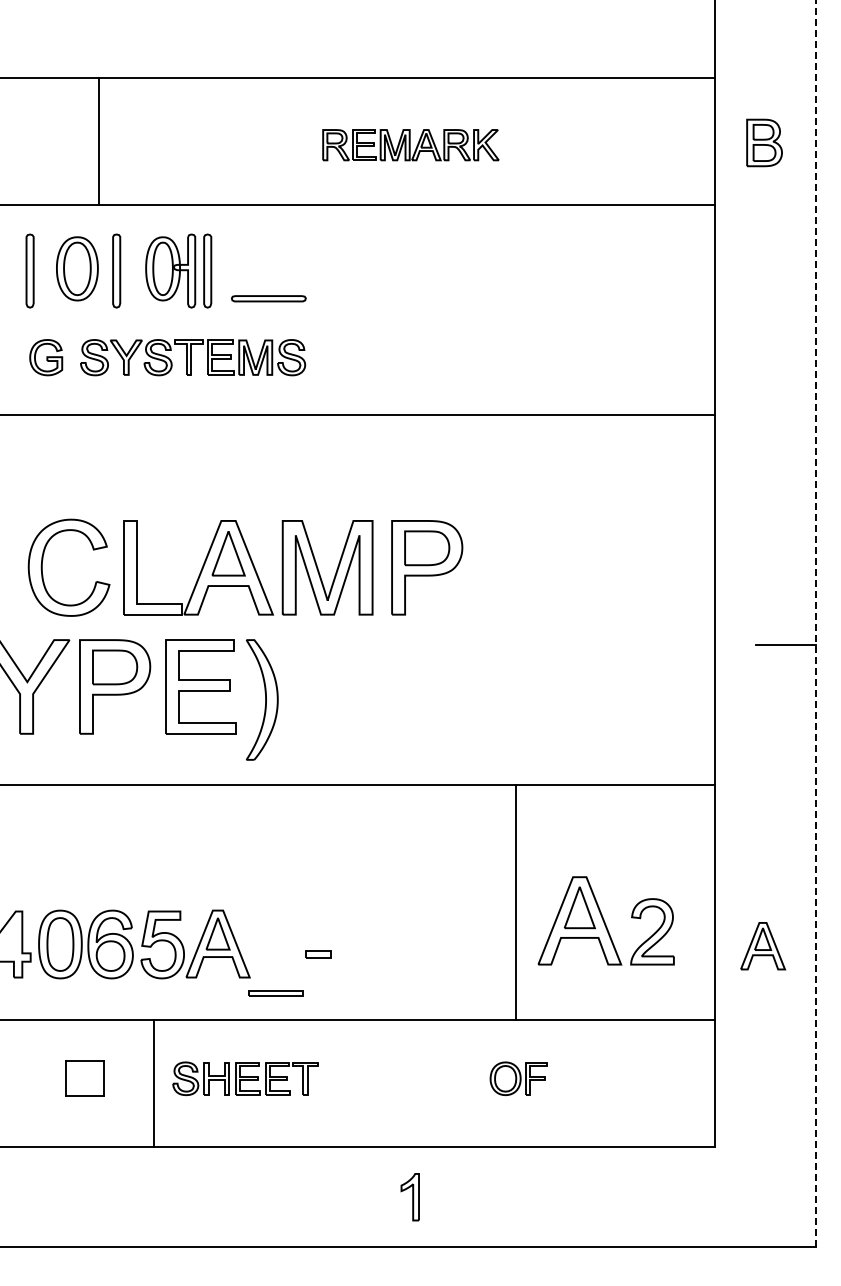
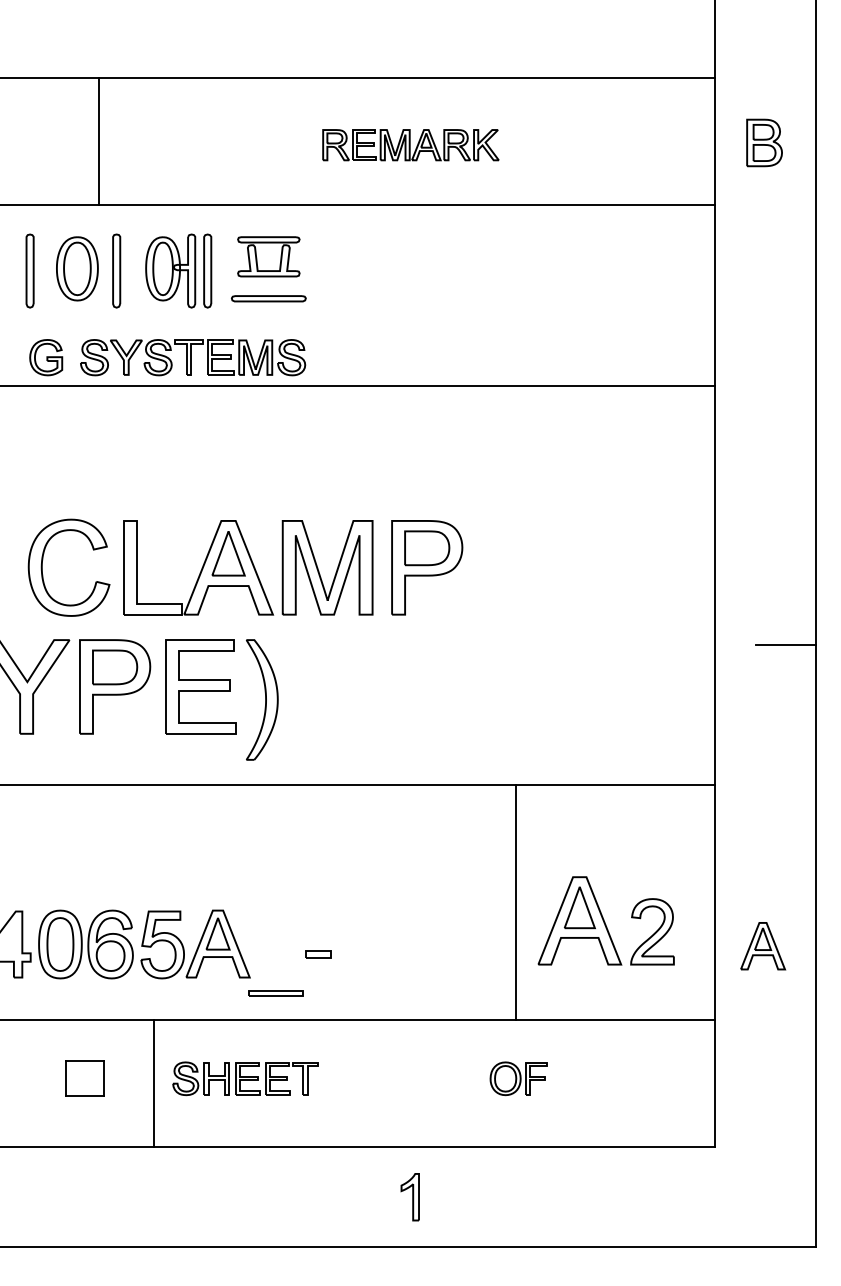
part at (268, 256): none -> present
line at (358, 414) position: (358, 414) -> (358, 385)
line at (815, 623): dashed -> solid
